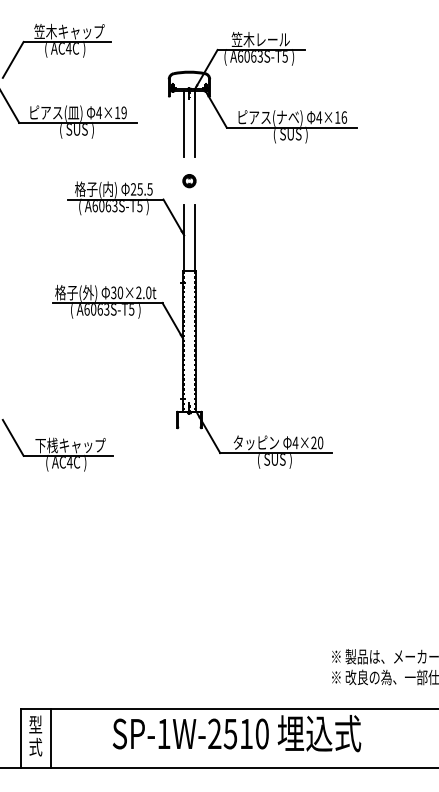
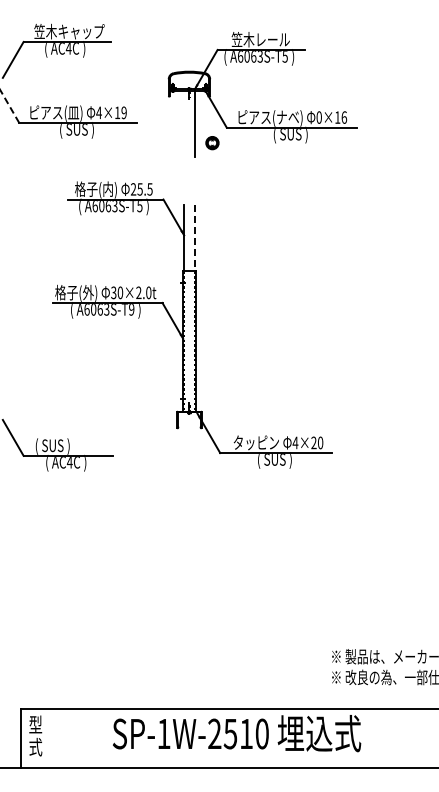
line at (9, 106): solid -> dashed
text at (319, 117): 4×16 -> 0×16
line at (184, 123): present -> none
part at (189, 181) position: (189, 181) -> (212, 143)
line at (194, 237): solid -> dashed
text at (131, 309): A6063S-T5 -> A6063S-T9
text at (70, 445): 下桟キャップ -> ( SUS )
line at (50, 738): present -> none
